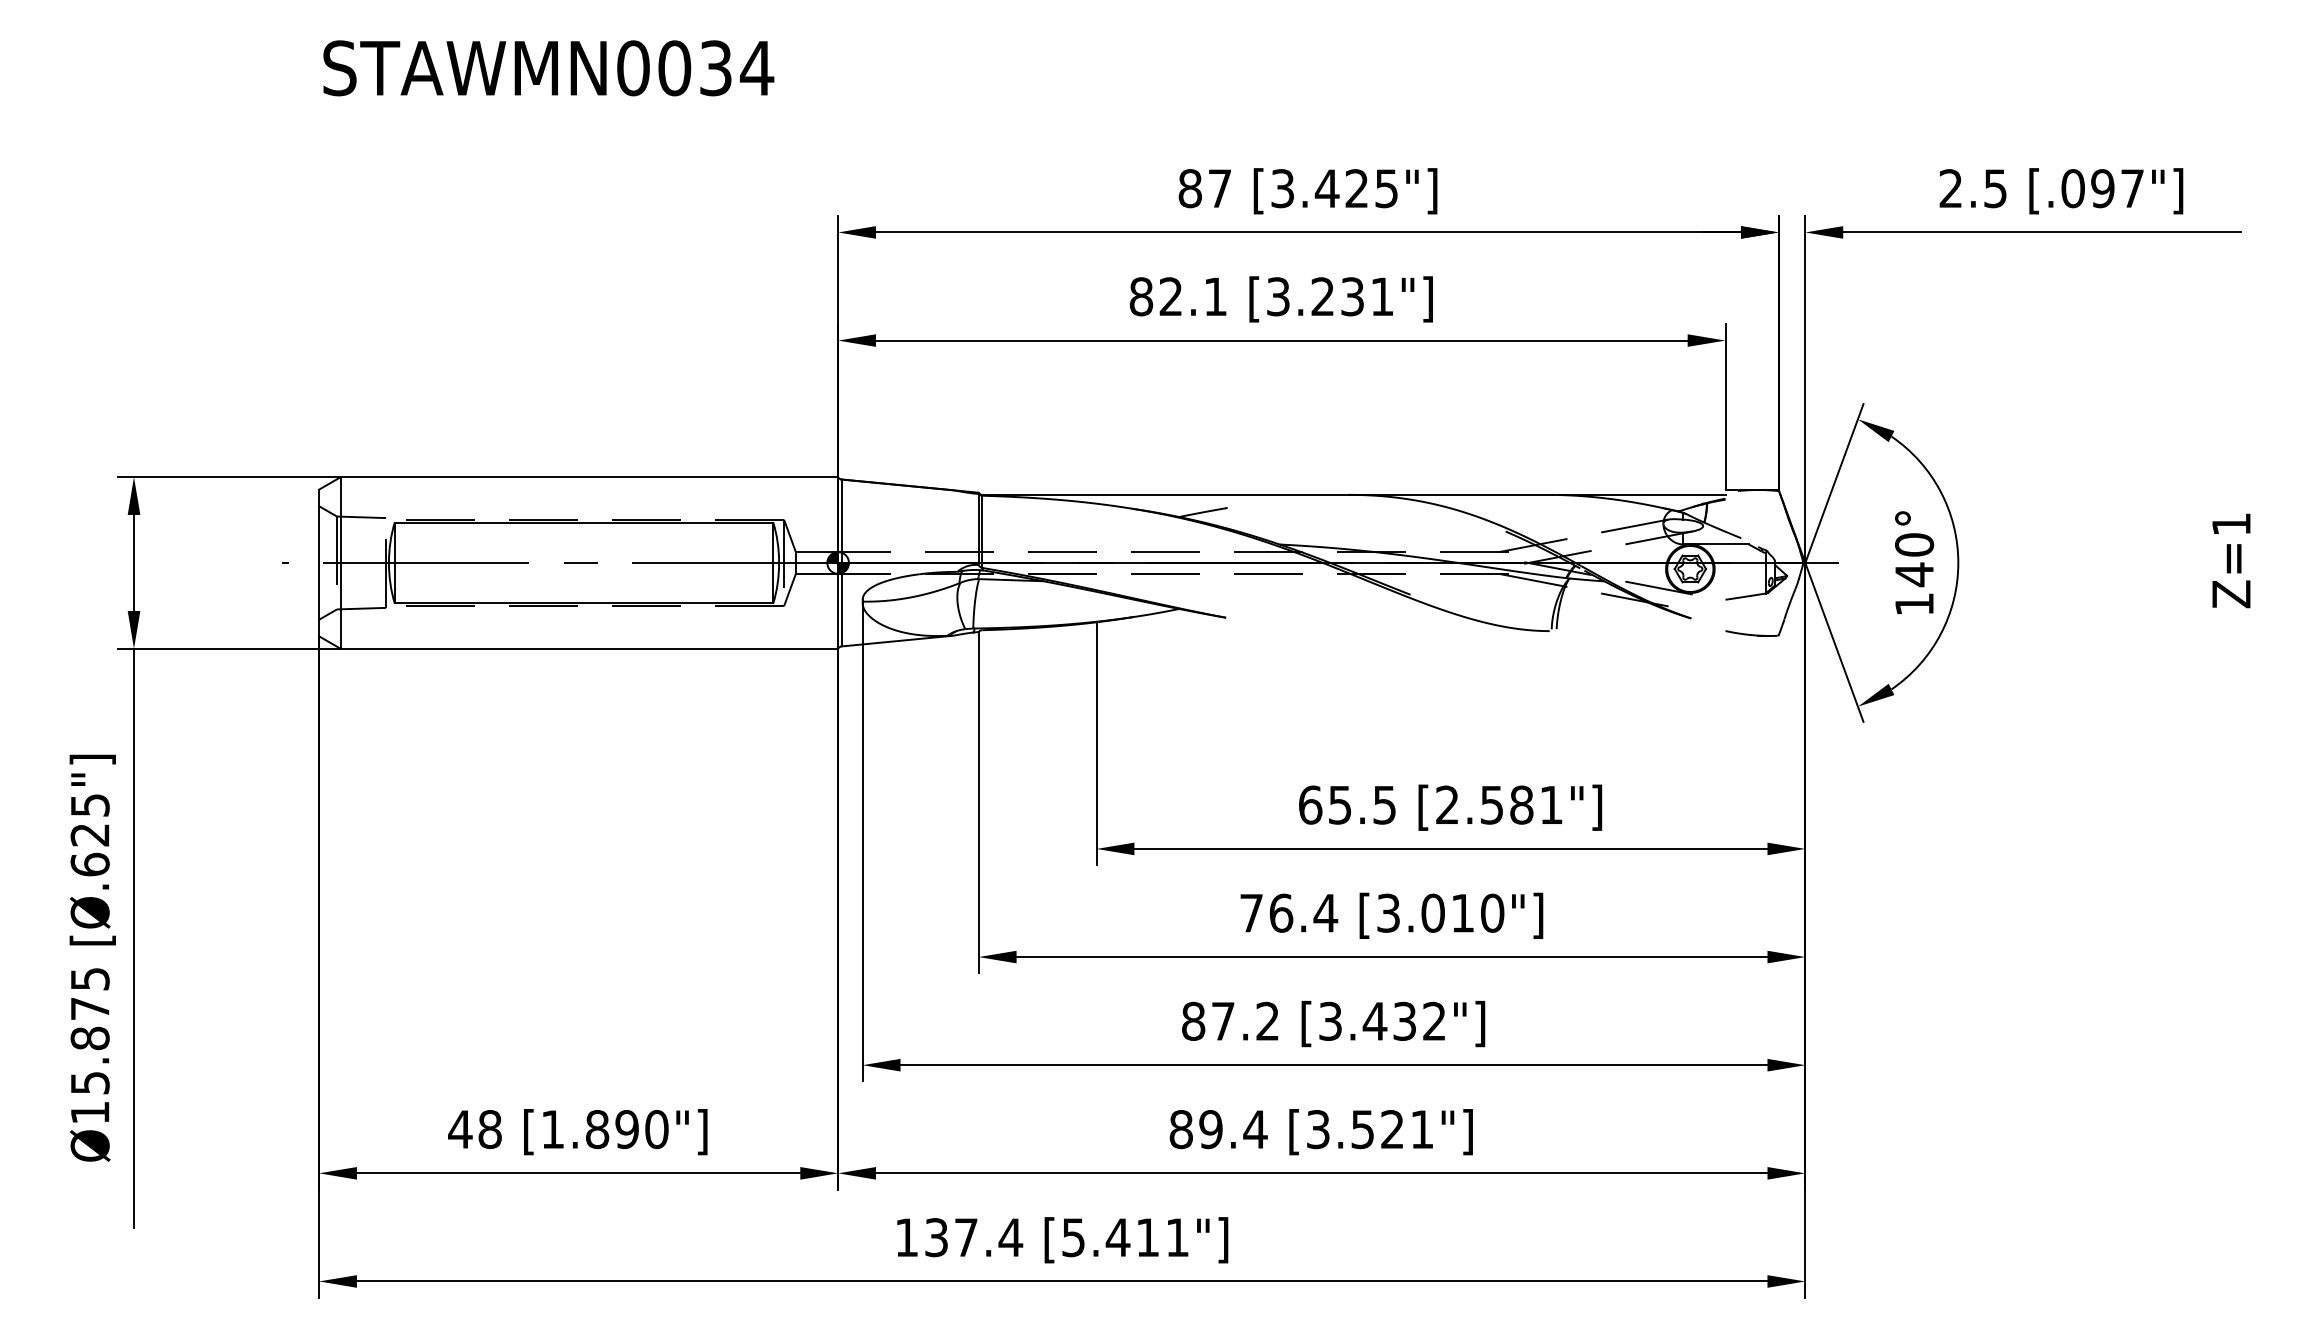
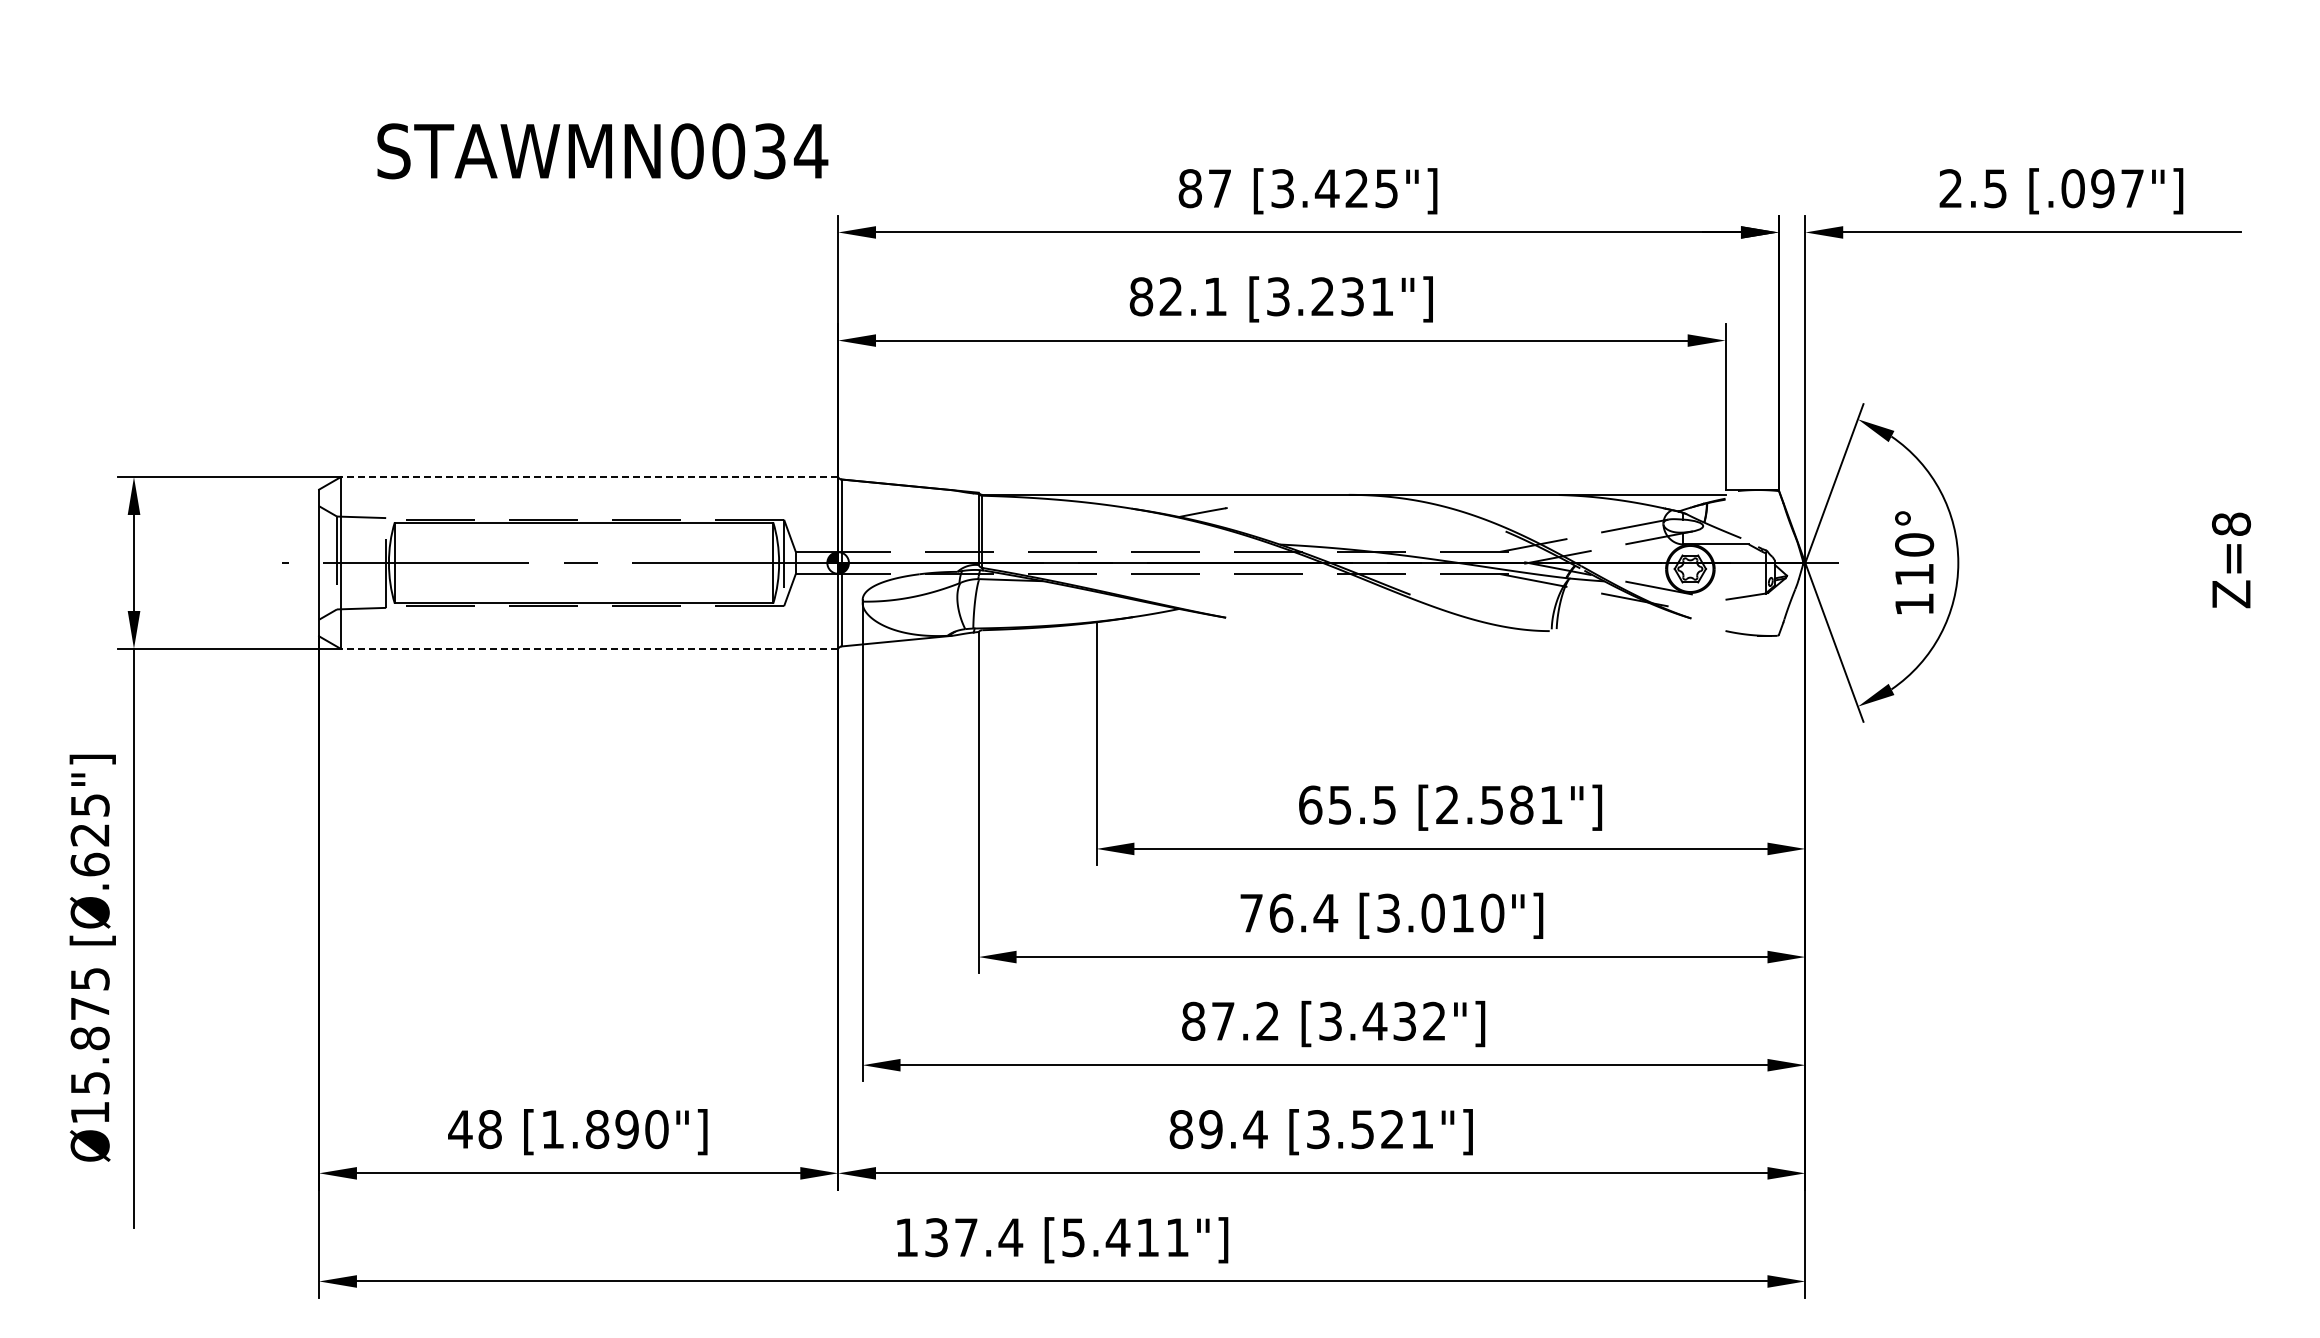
text at (548, 68) position: (548, 68) -> (602, 151)
line at (589, 477): solid -> dashed
text at (2231, 523): Z=1 -> Z=8
text at (1914, 574): 140° -> 110°
line at (589, 648): solid -> dashed
